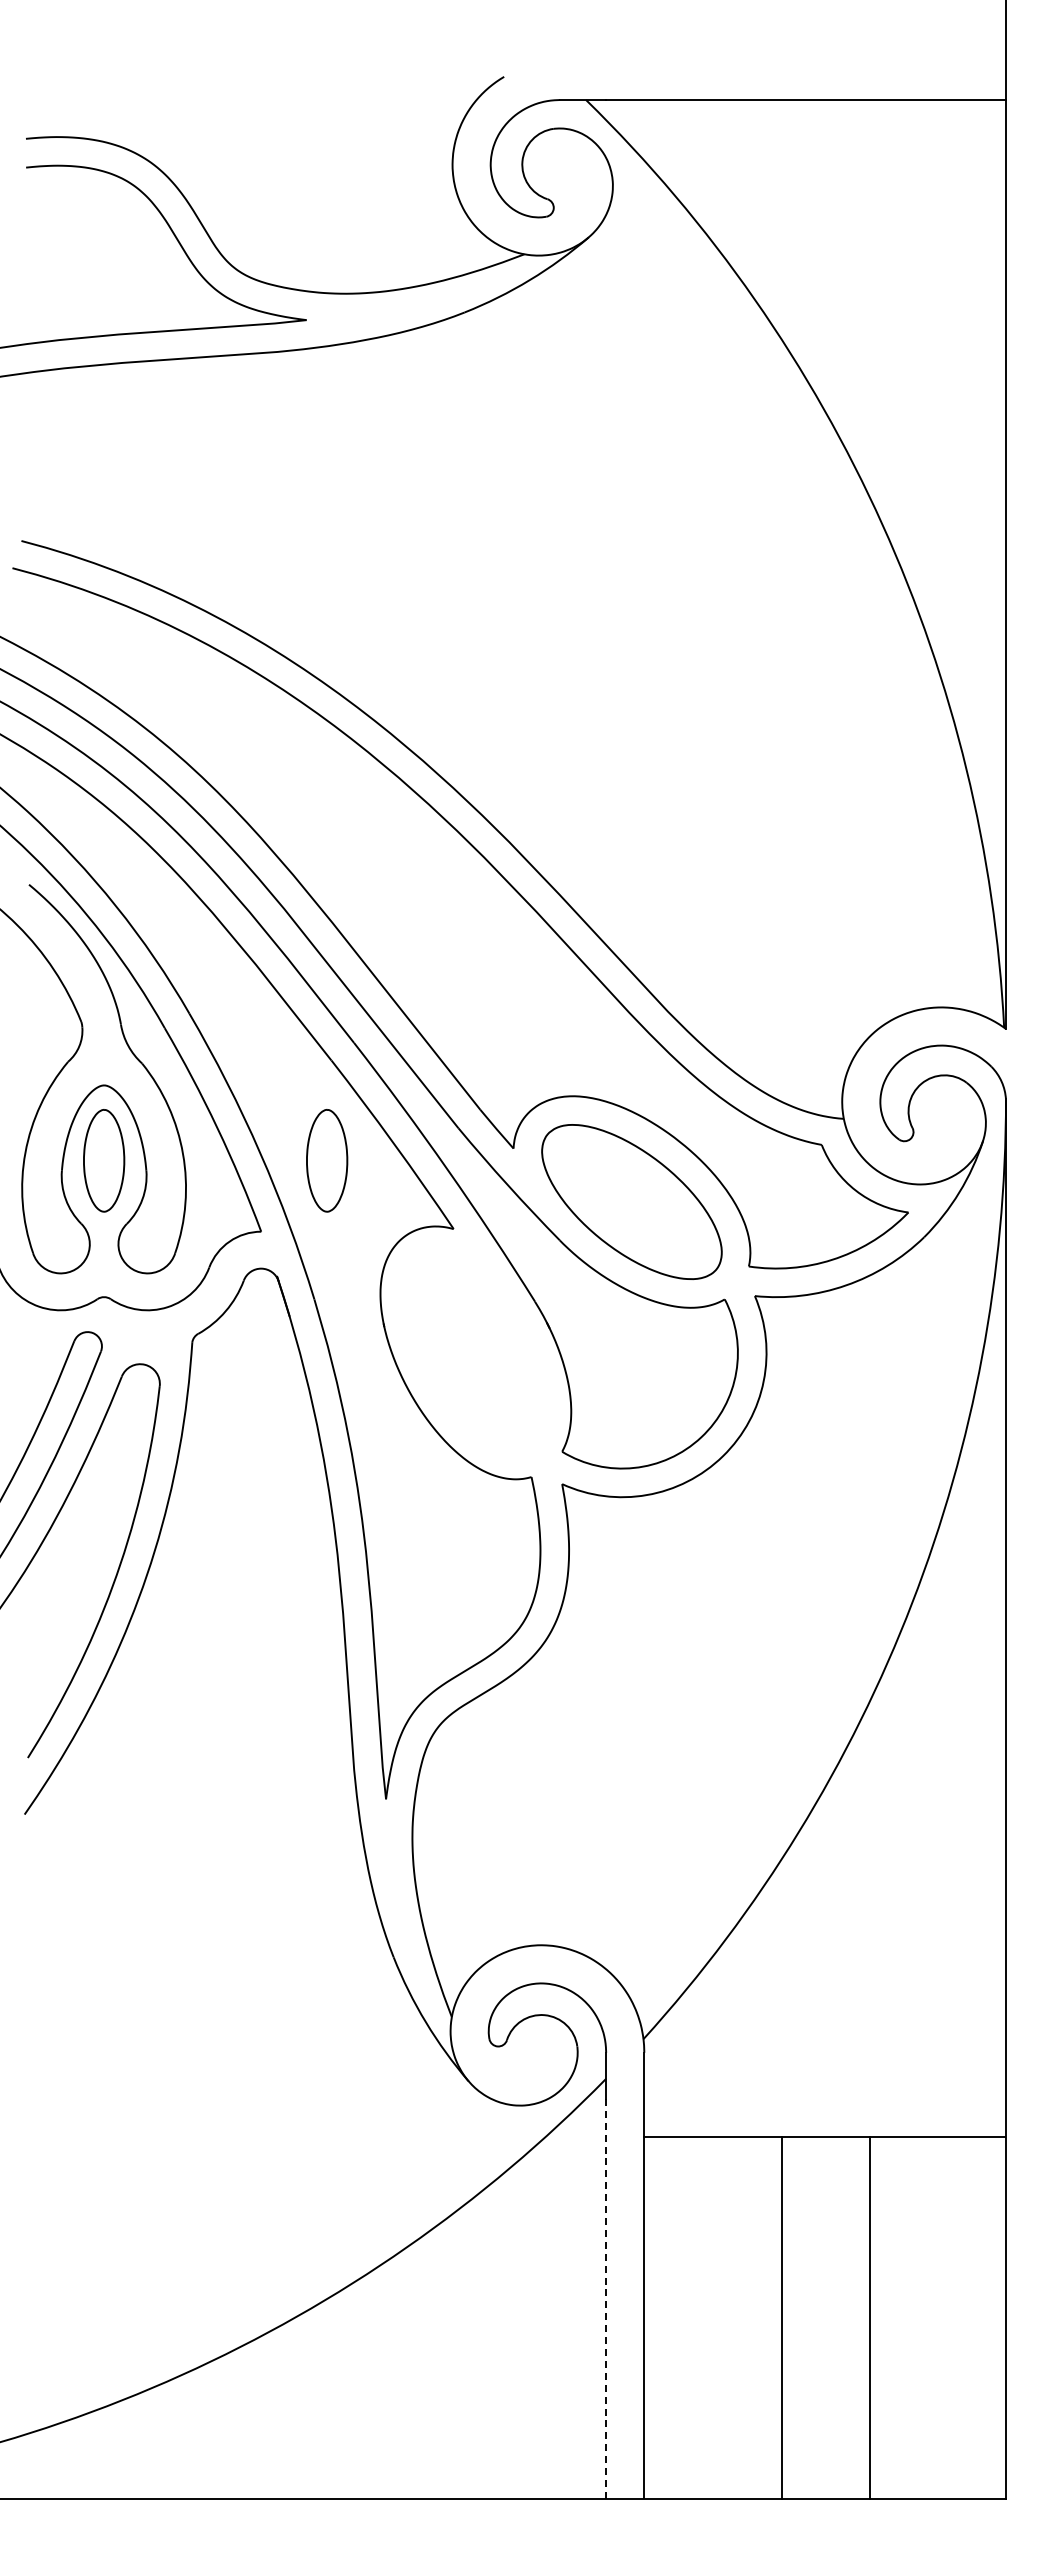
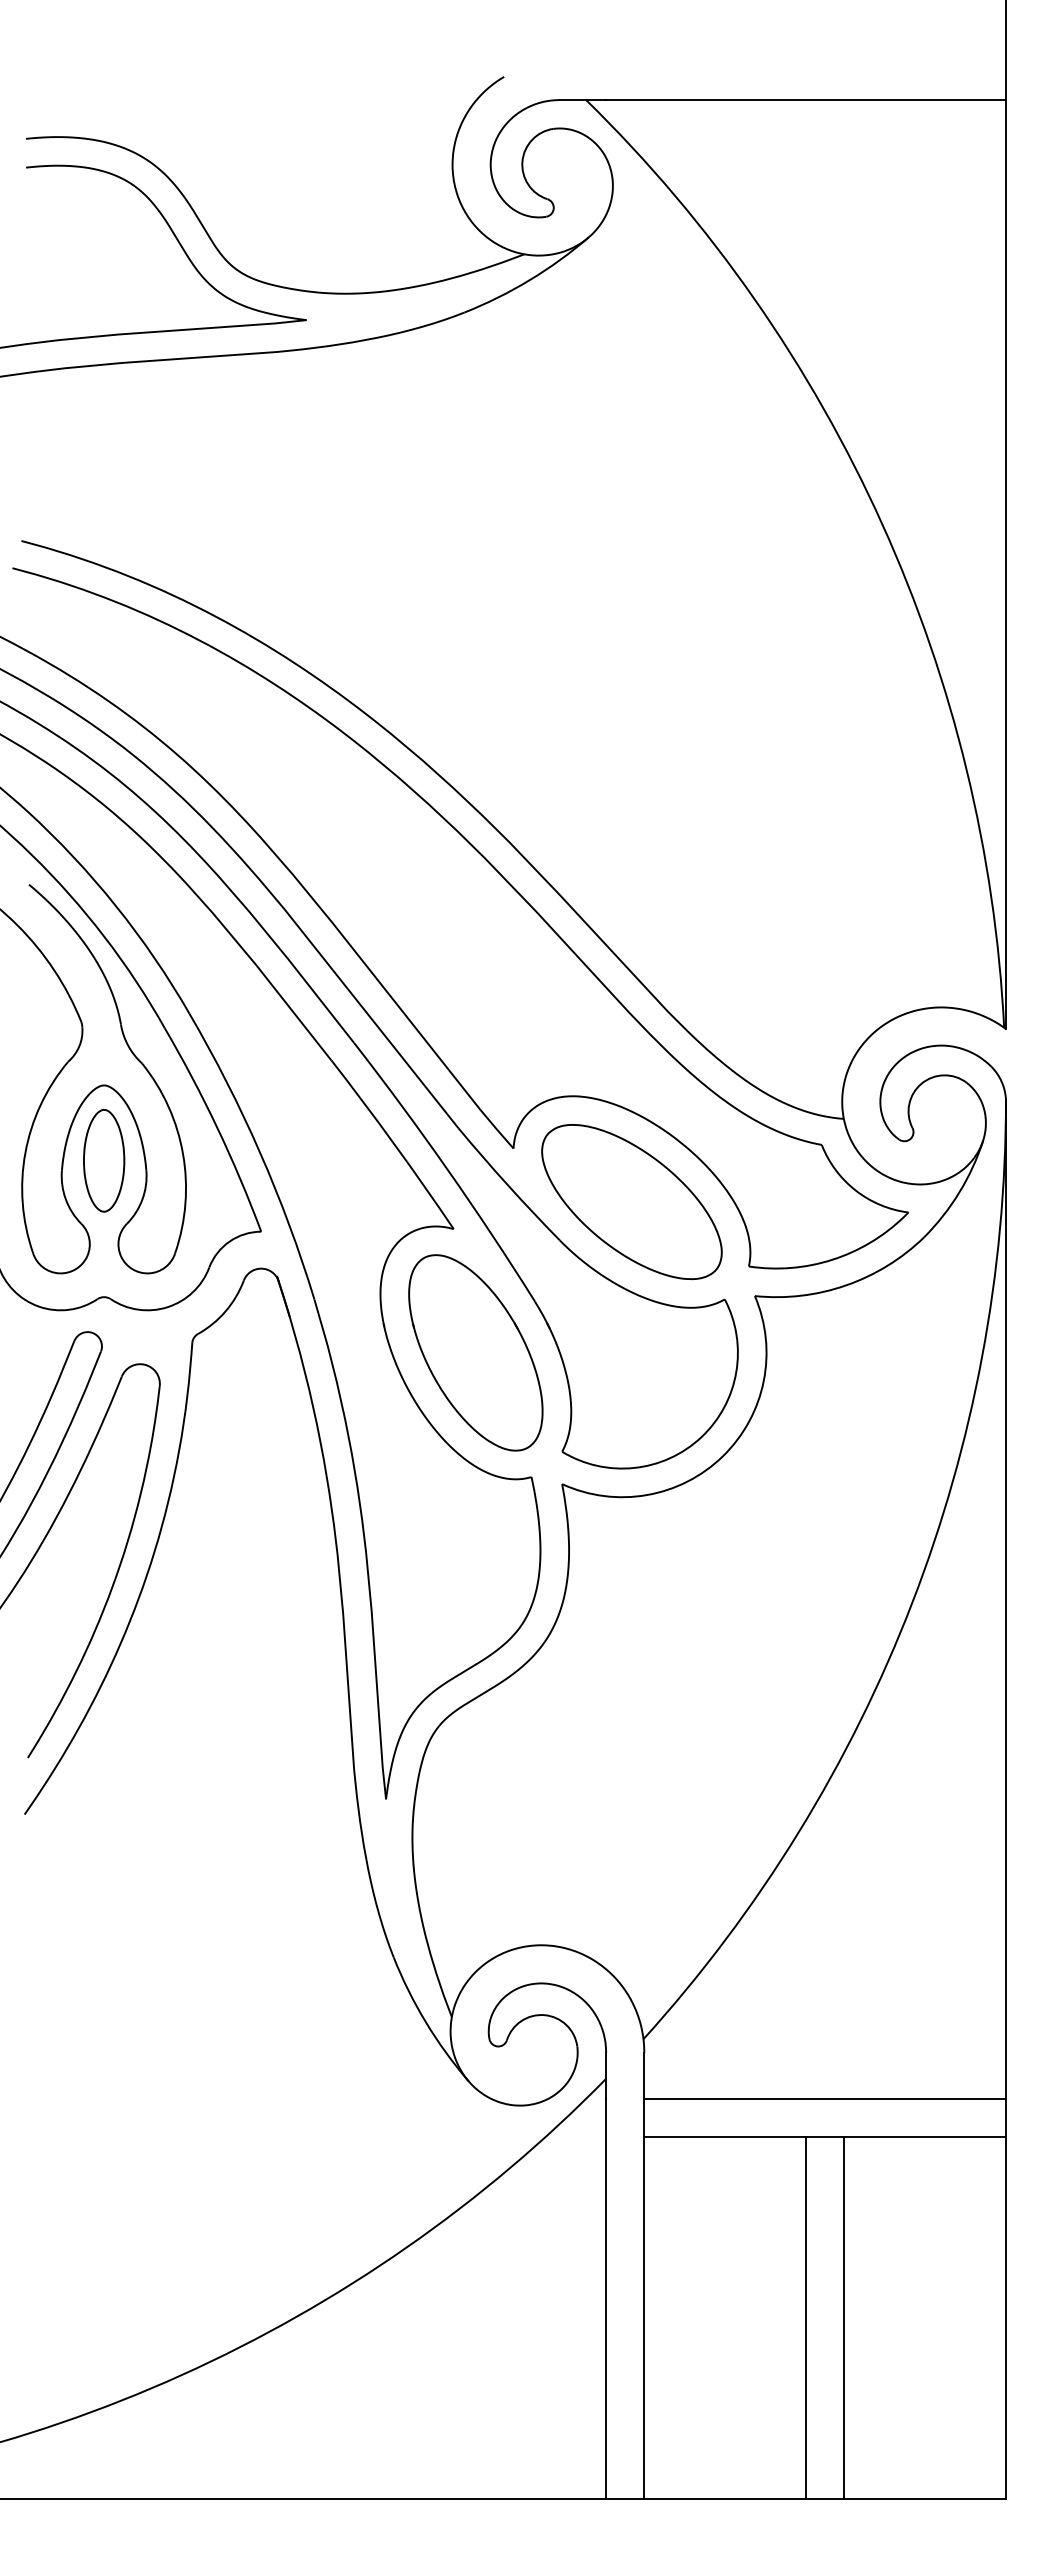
part at (327, 1160): present -> none
part at (475, 1352): none -> present
line at (825, 2098): none -> present
line at (606, 2298): dashed -> solid
line at (782, 2317) position: (782, 2317) -> (806, 2317)
line at (870, 2317) position: (870, 2317) -> (844, 2317)
